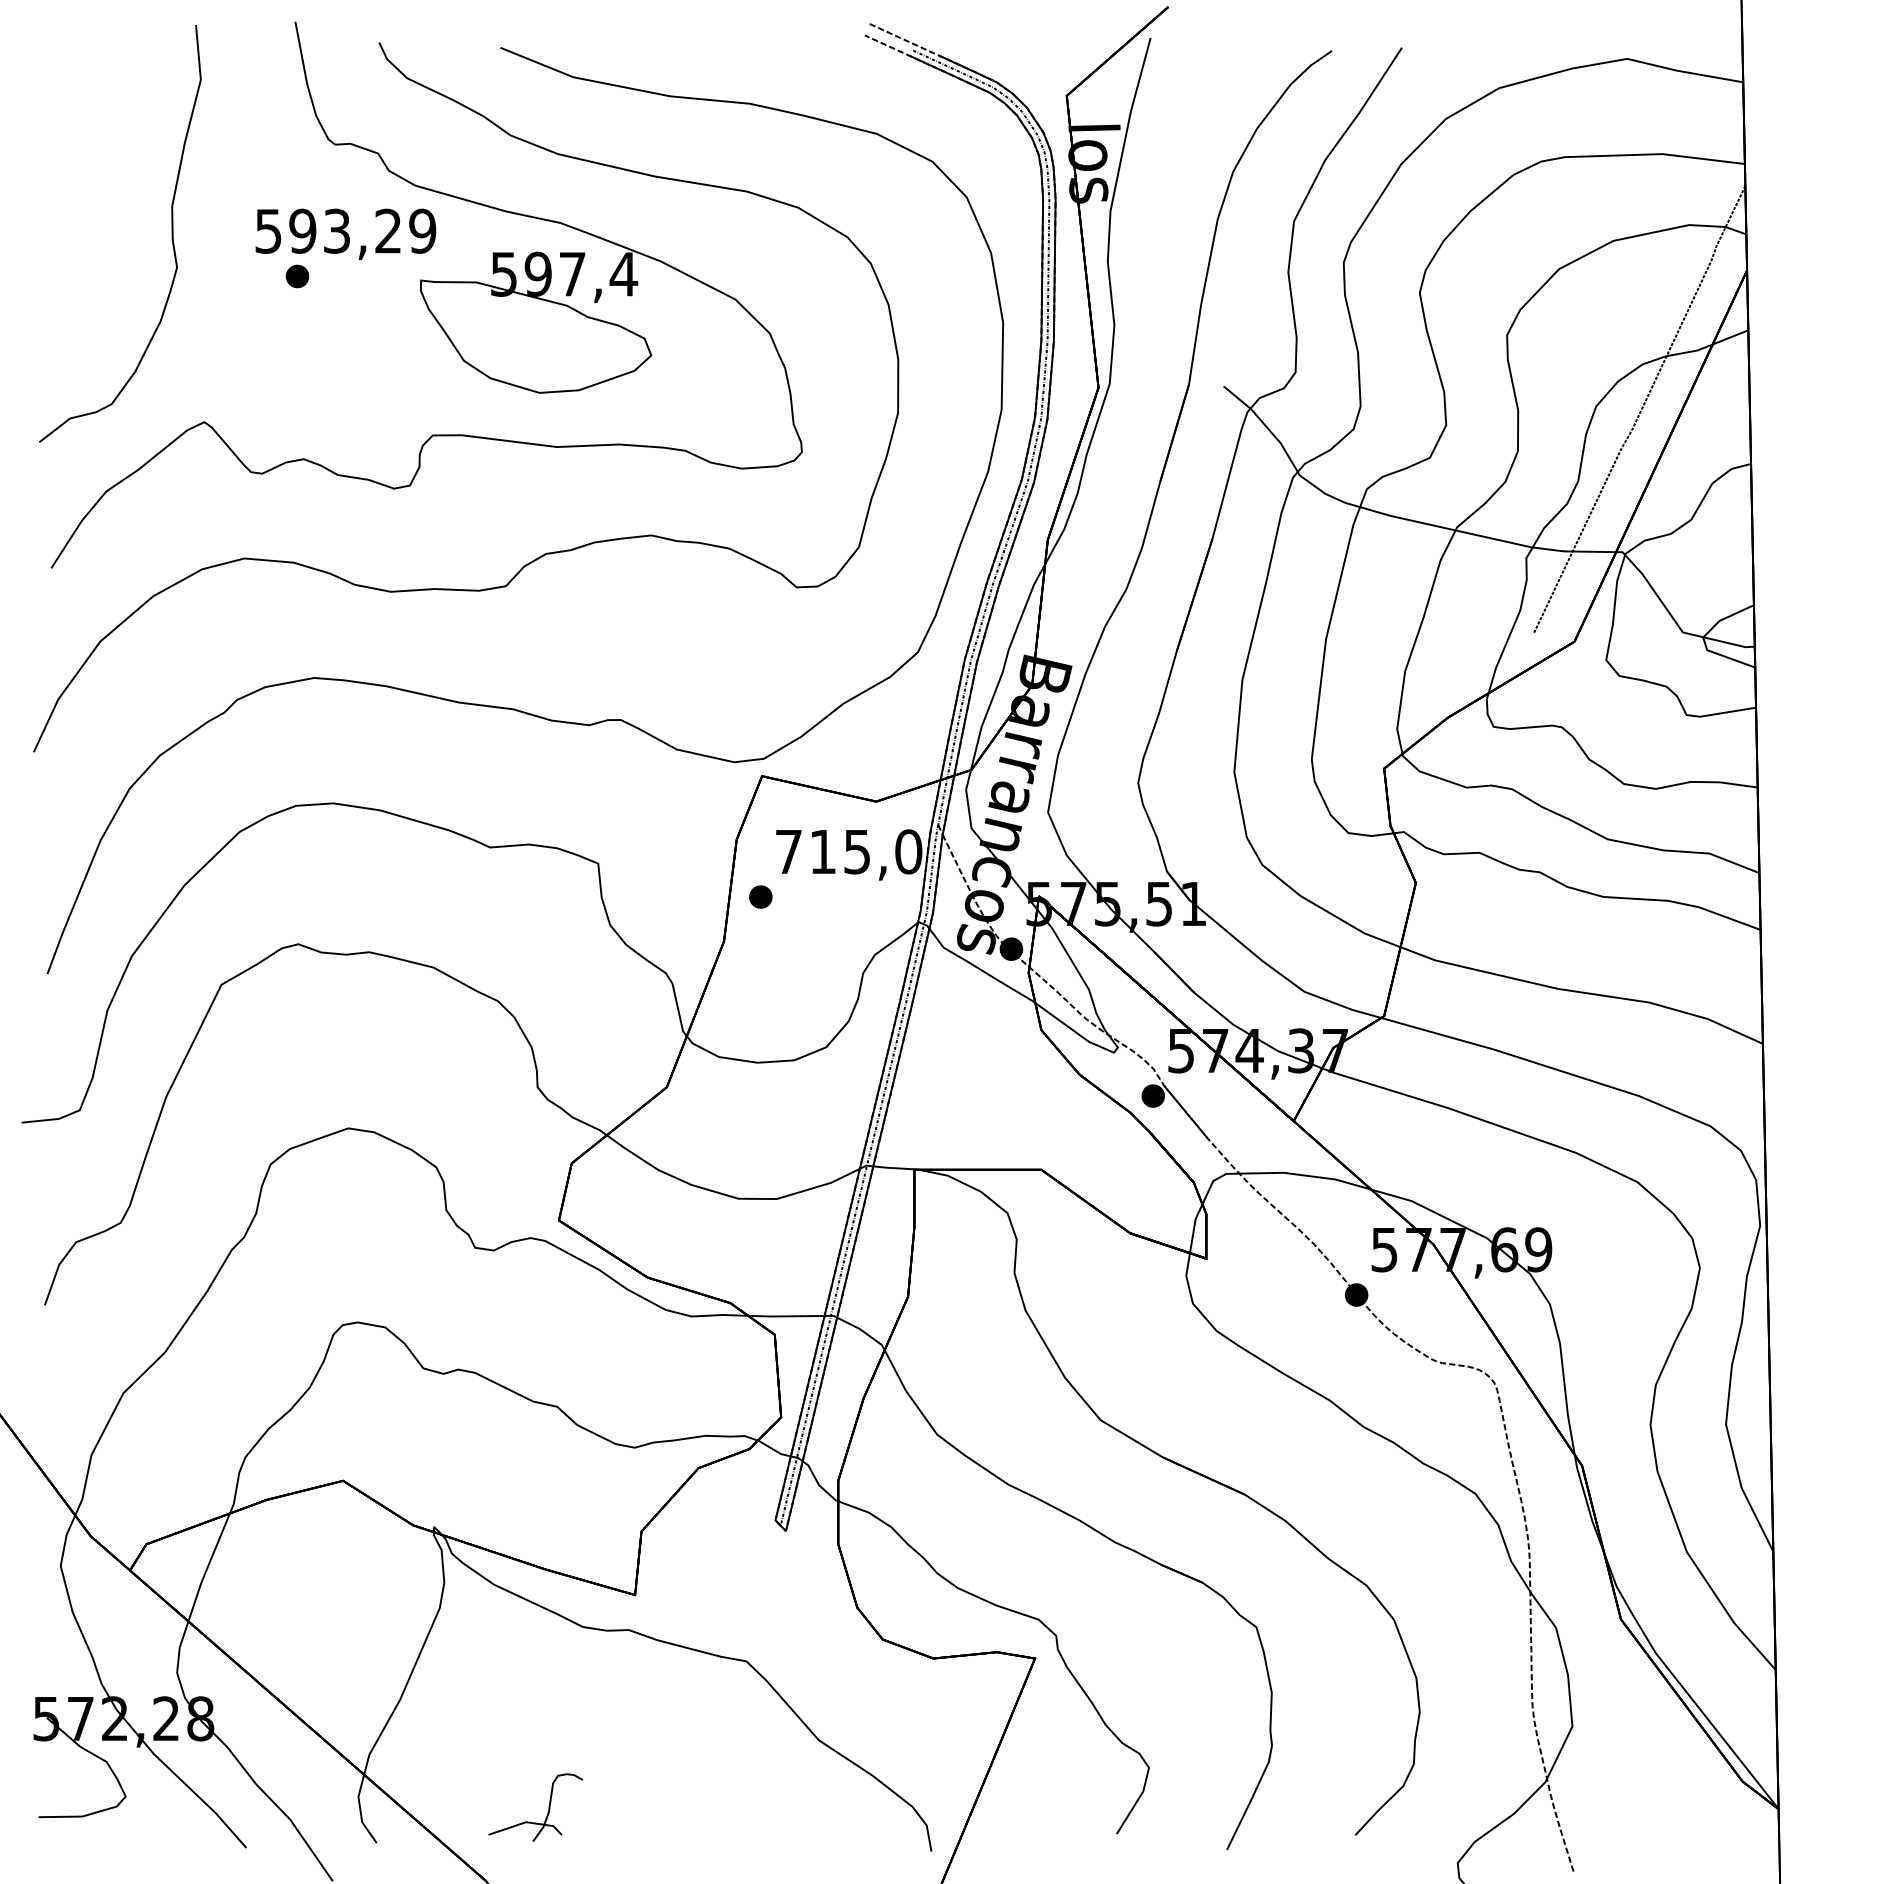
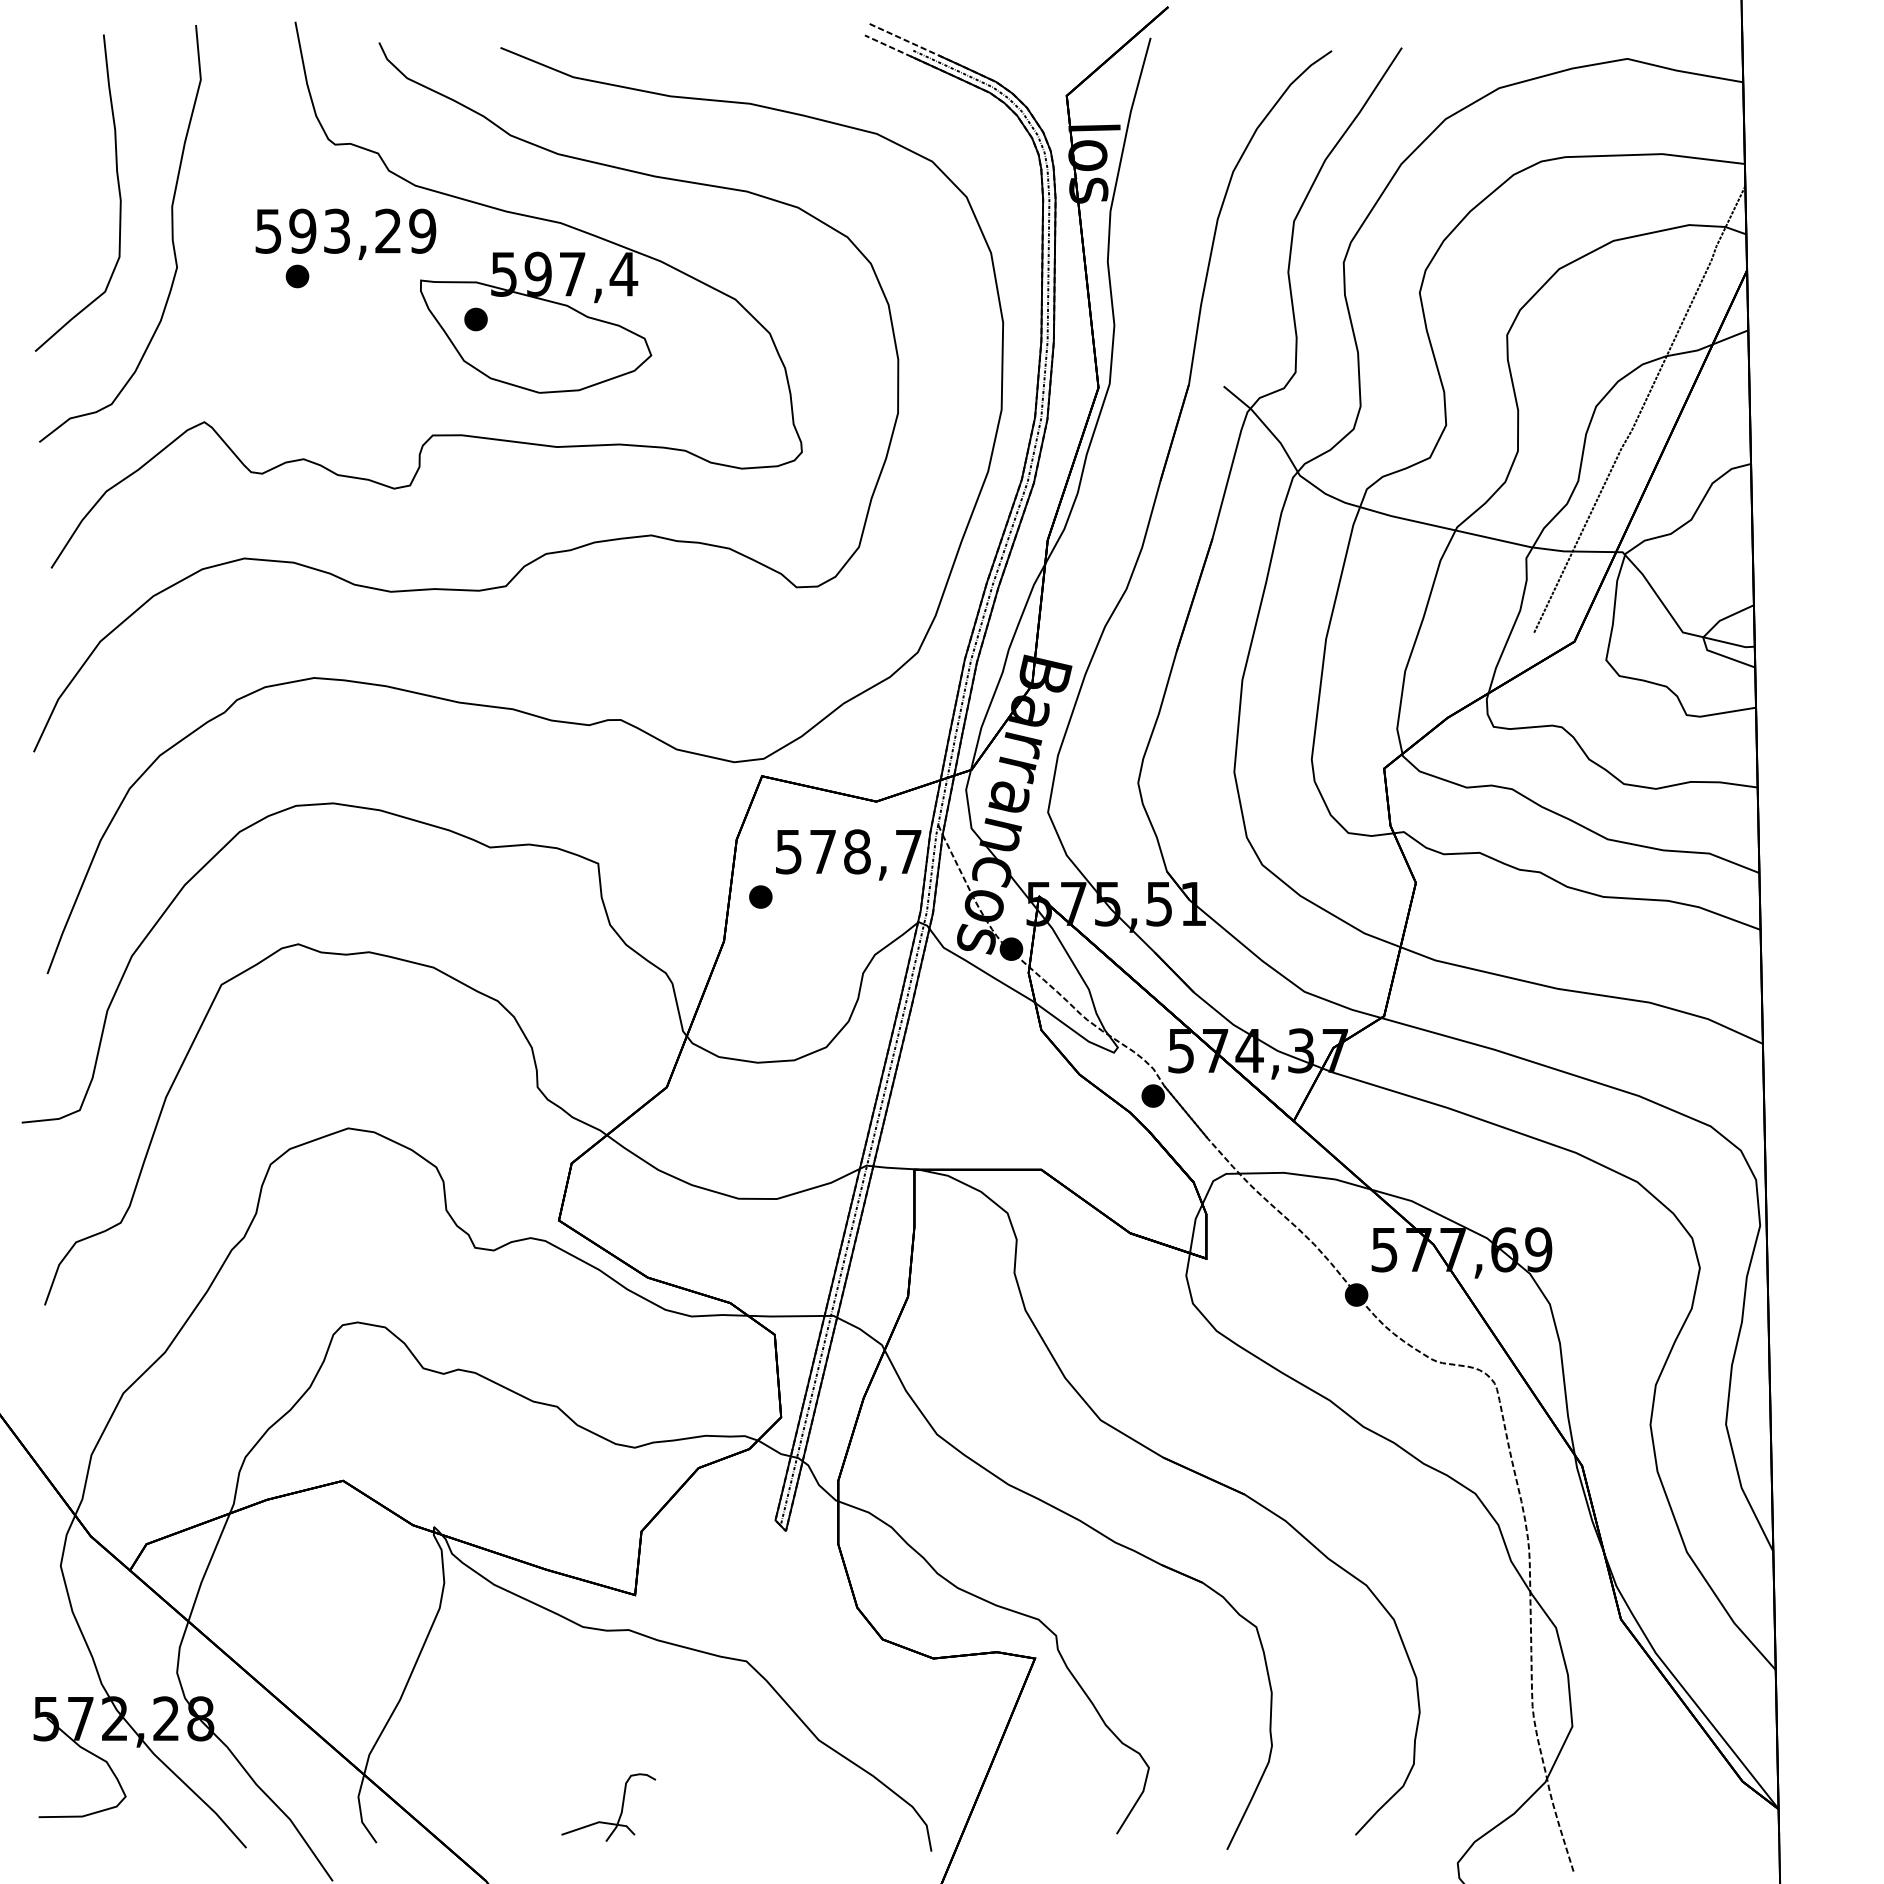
part at (117, 184): none -> present
part at (475, 319): none -> present
text at (849, 851): 715,0 -> 578,7
part at (548, 1807) position: (548, 1807) -> (621, 1807)
